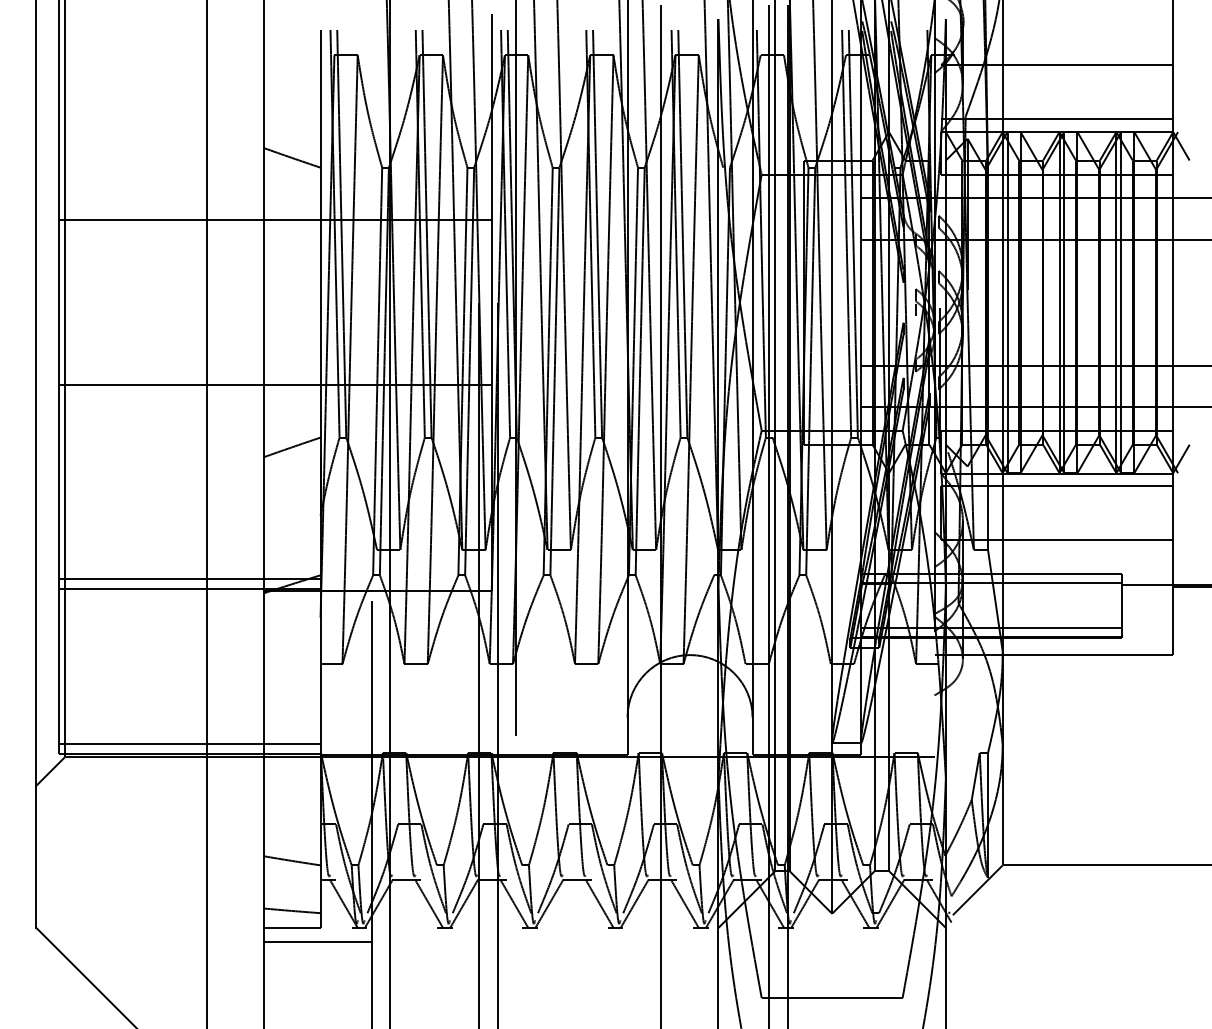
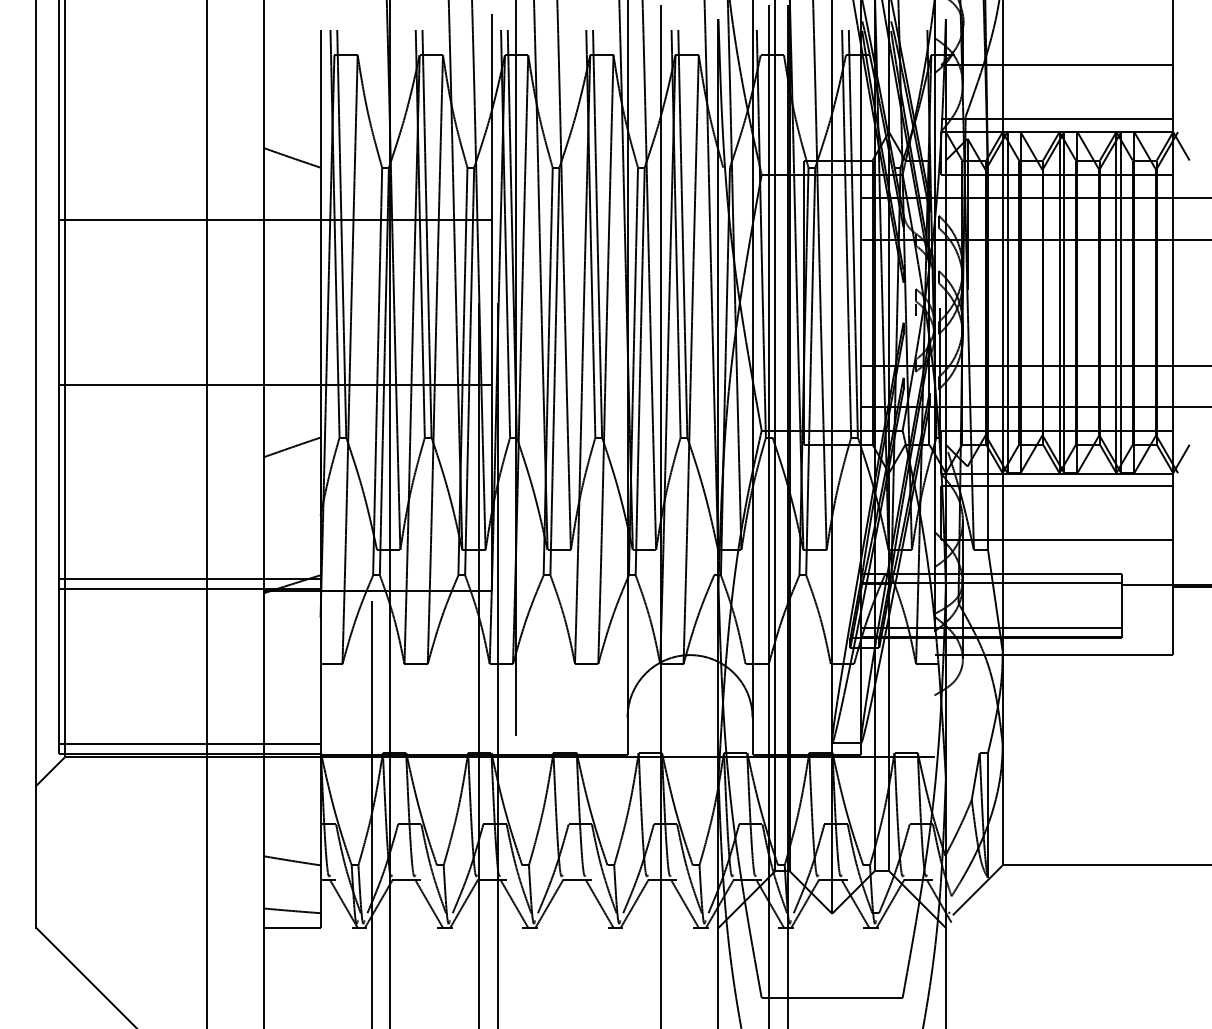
line at (317, 941): present -> none
